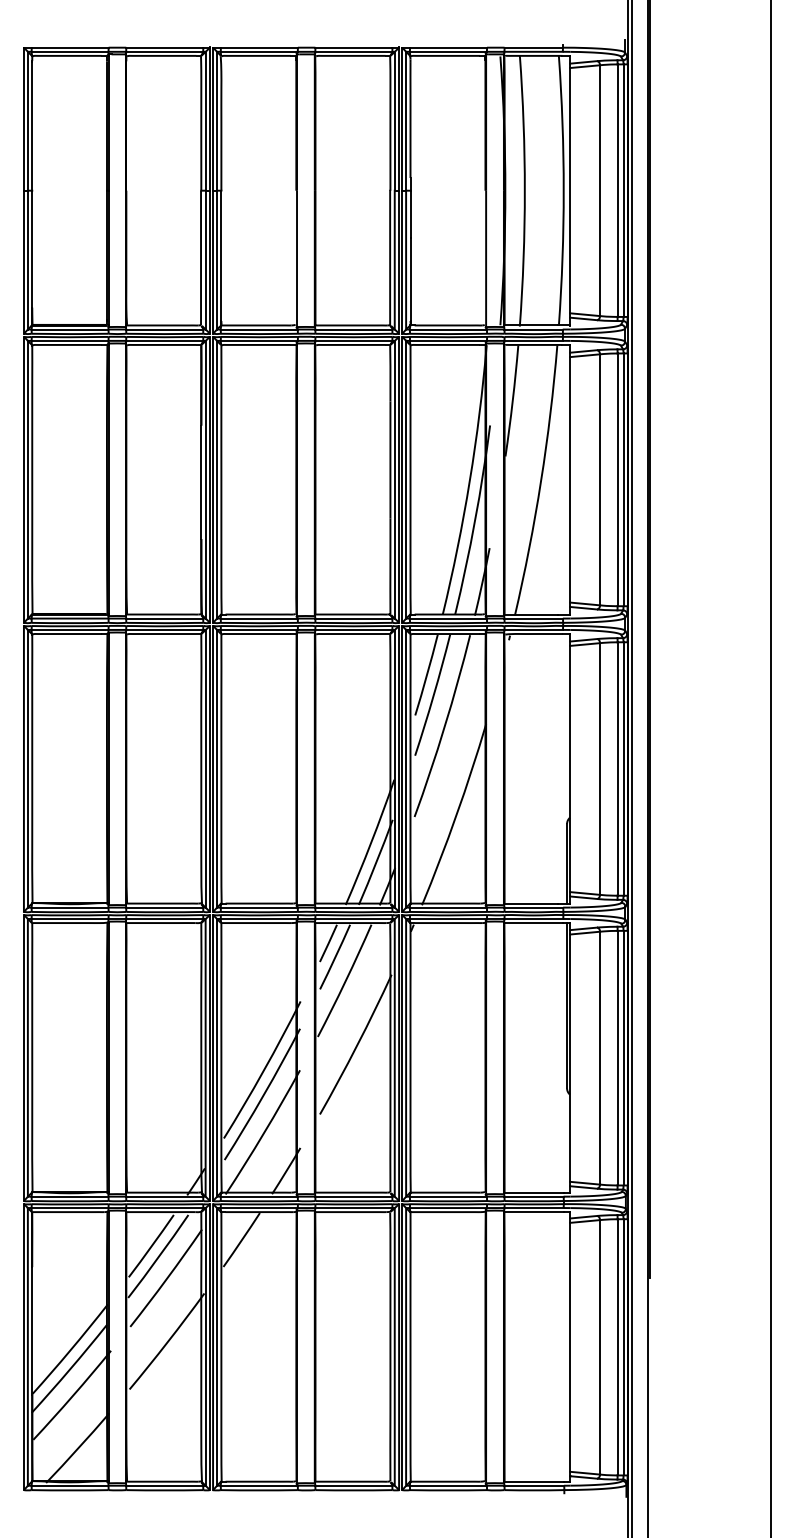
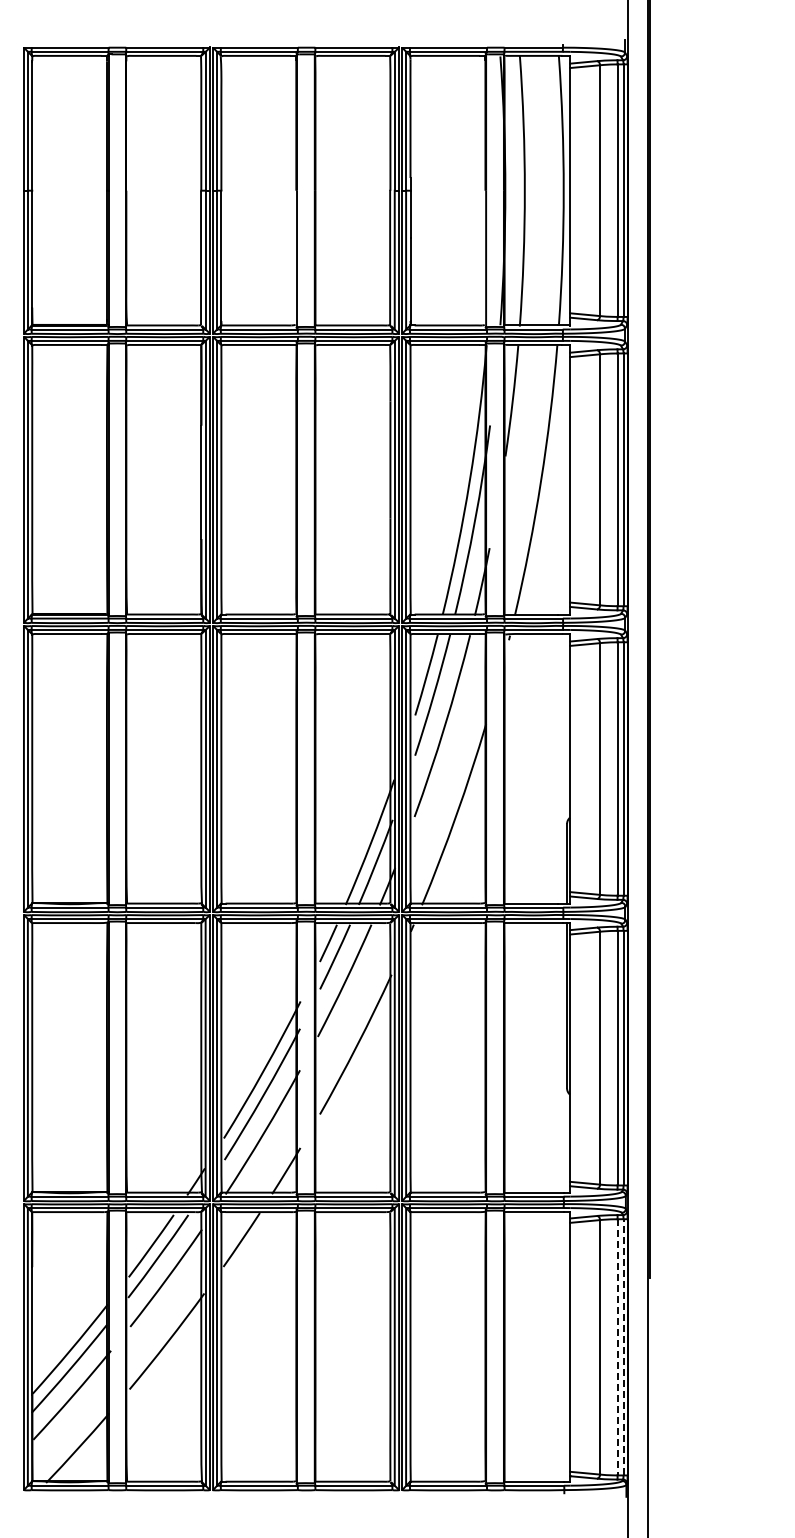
line at (632, 768): present -> none
line at (771, 768): present -> none
line at (623, 1346): solid -> dashed
line at (617, 1347): solid -> dashed
